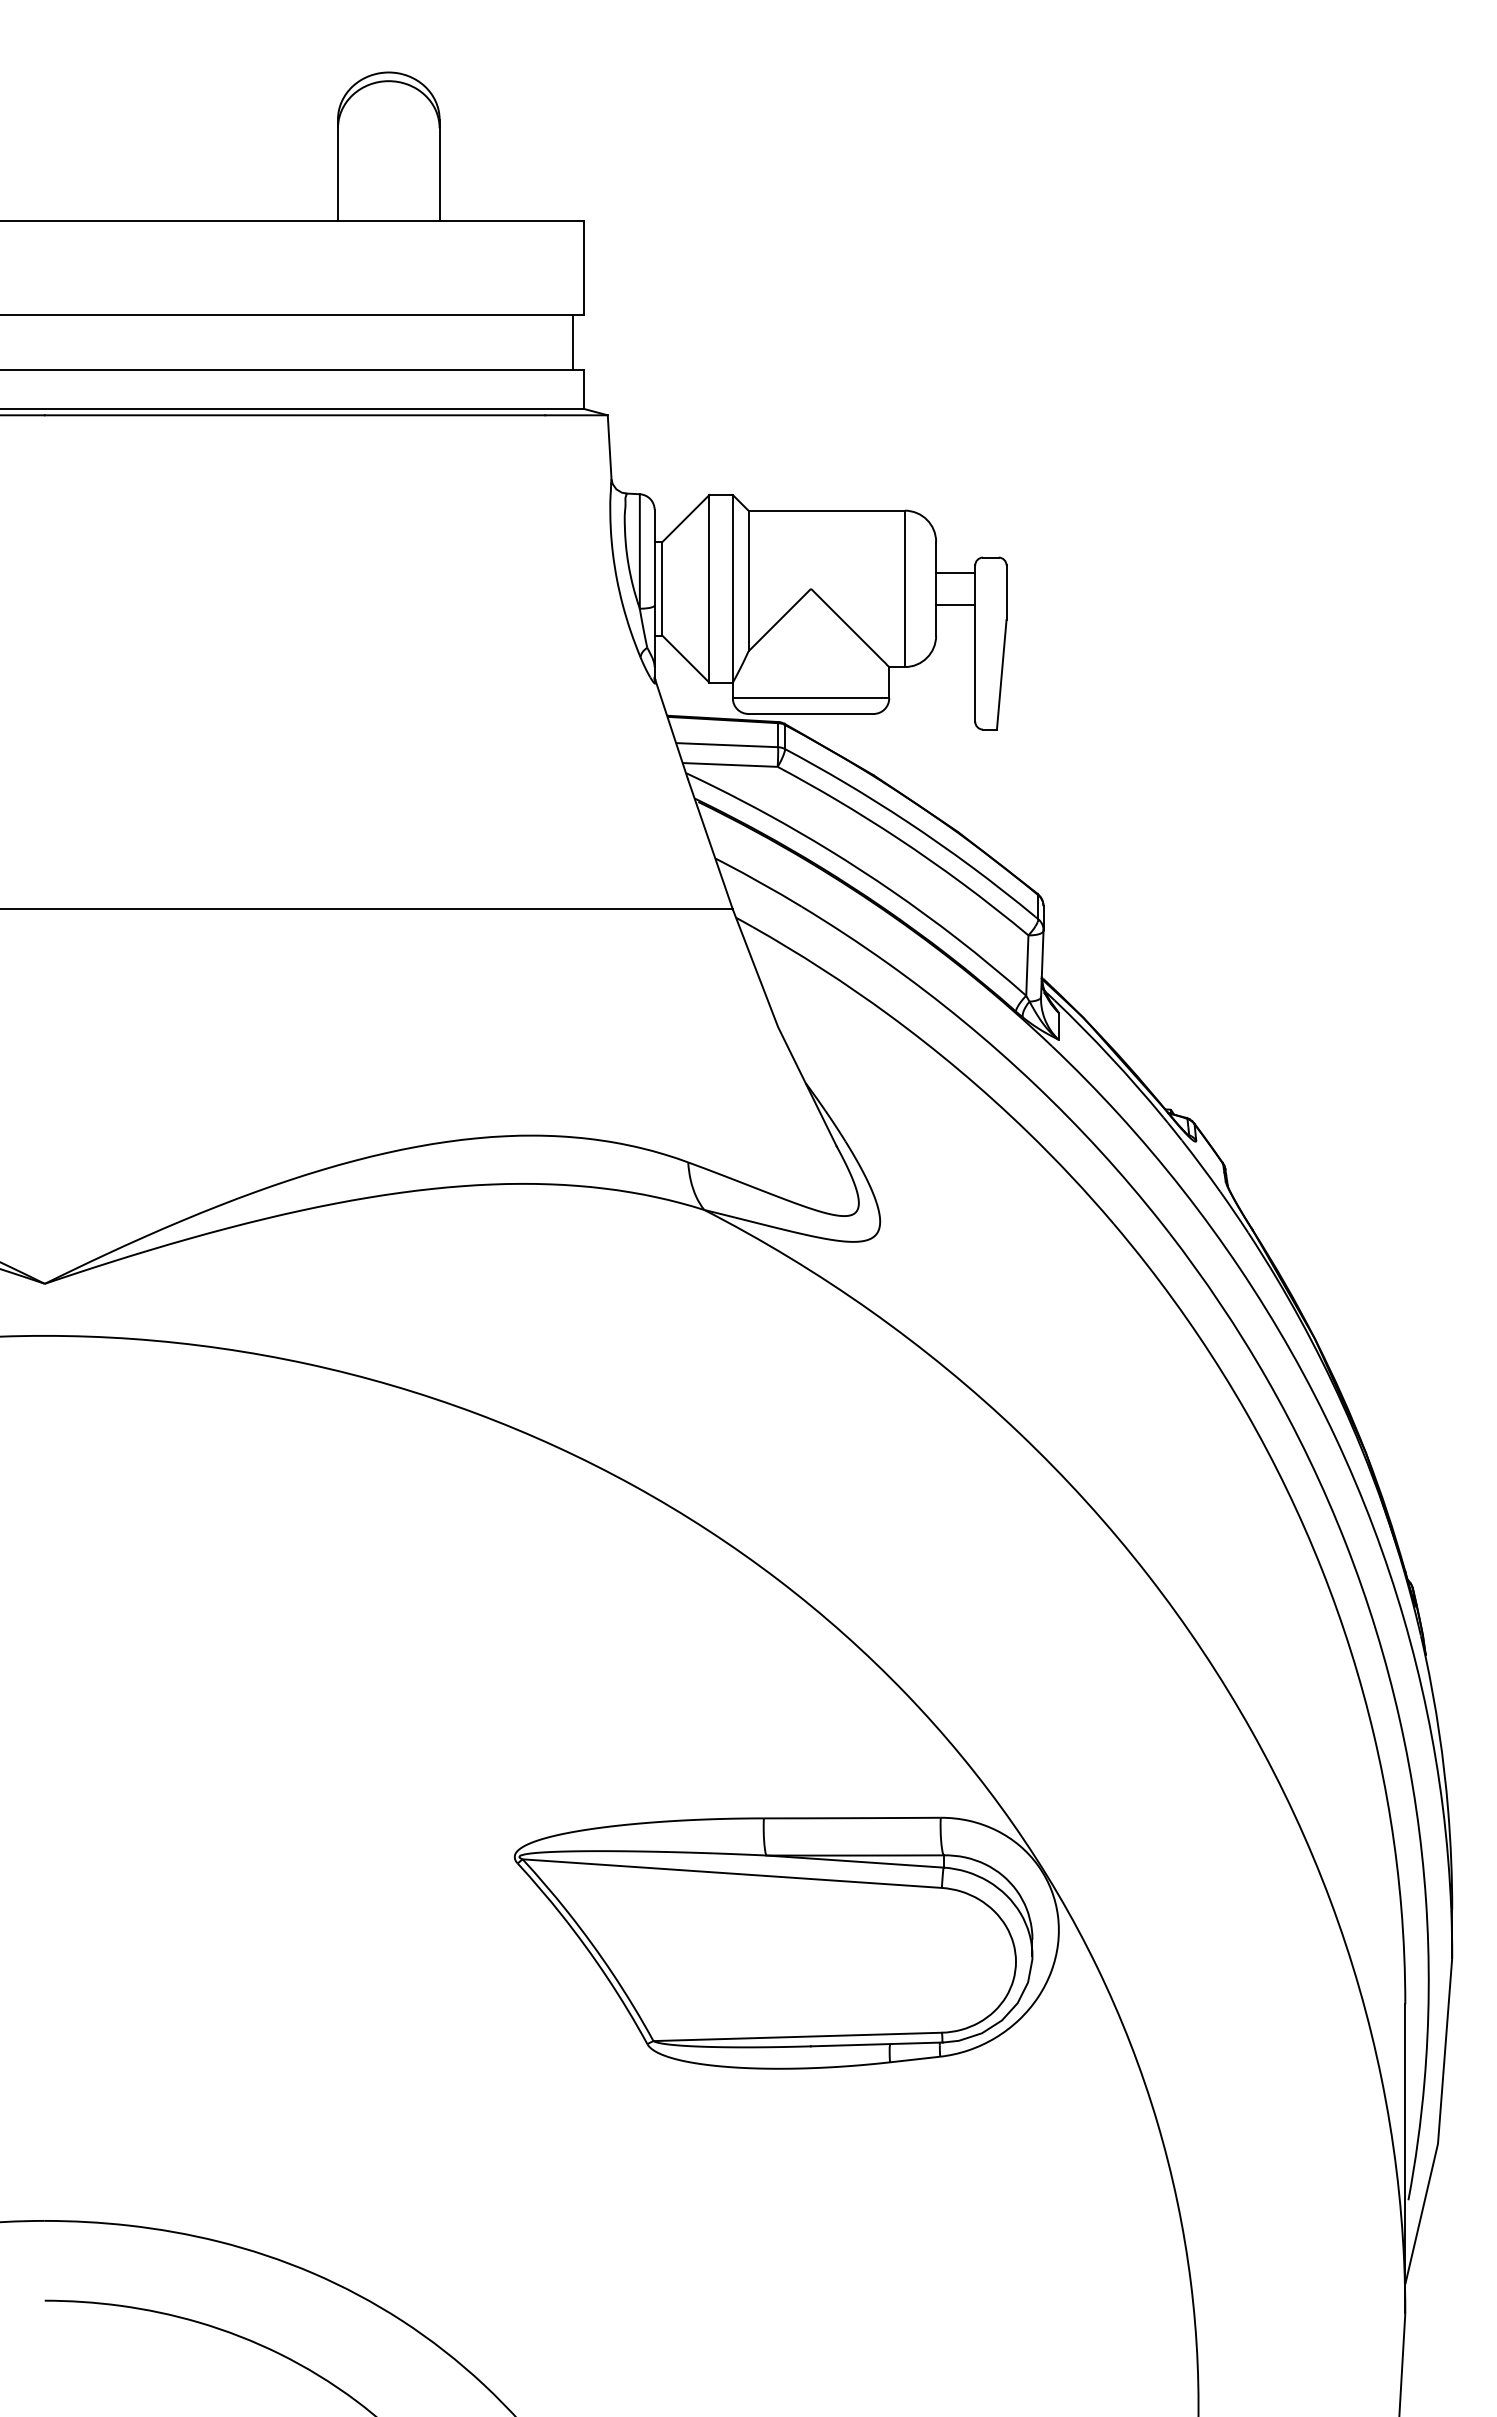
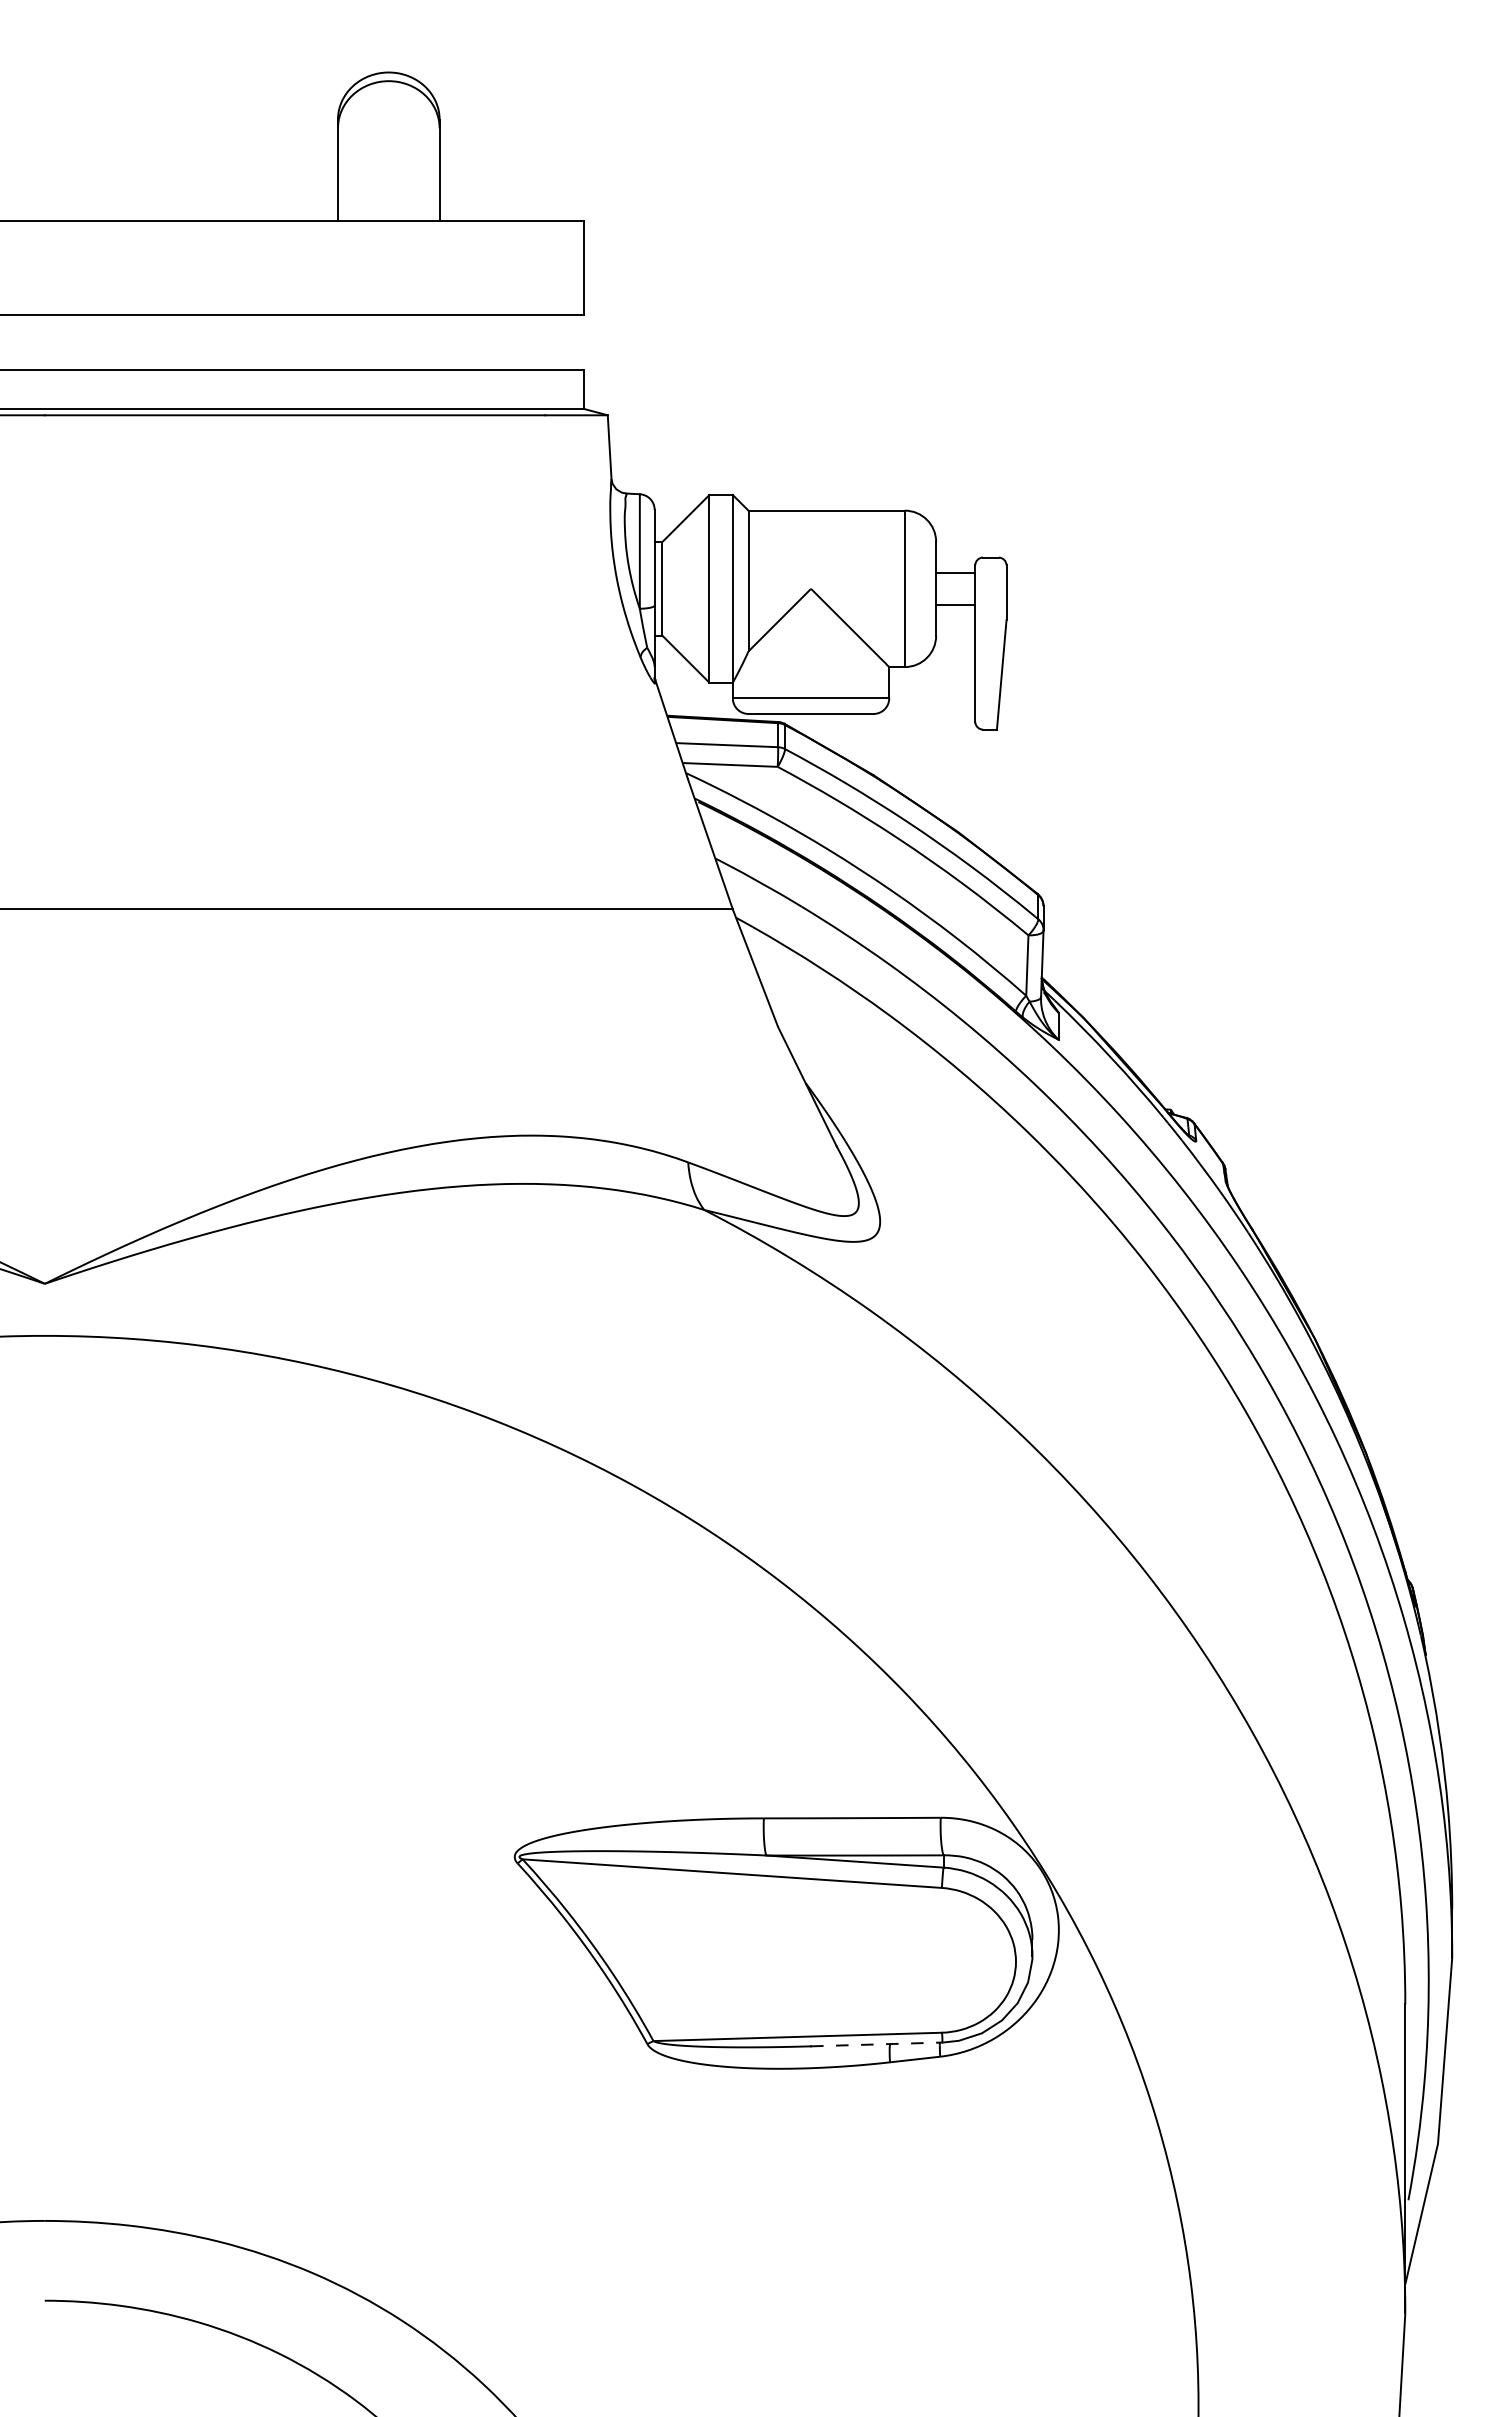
line at (572, 342): present -> none
line at (877, 2044): solid -> dashed
